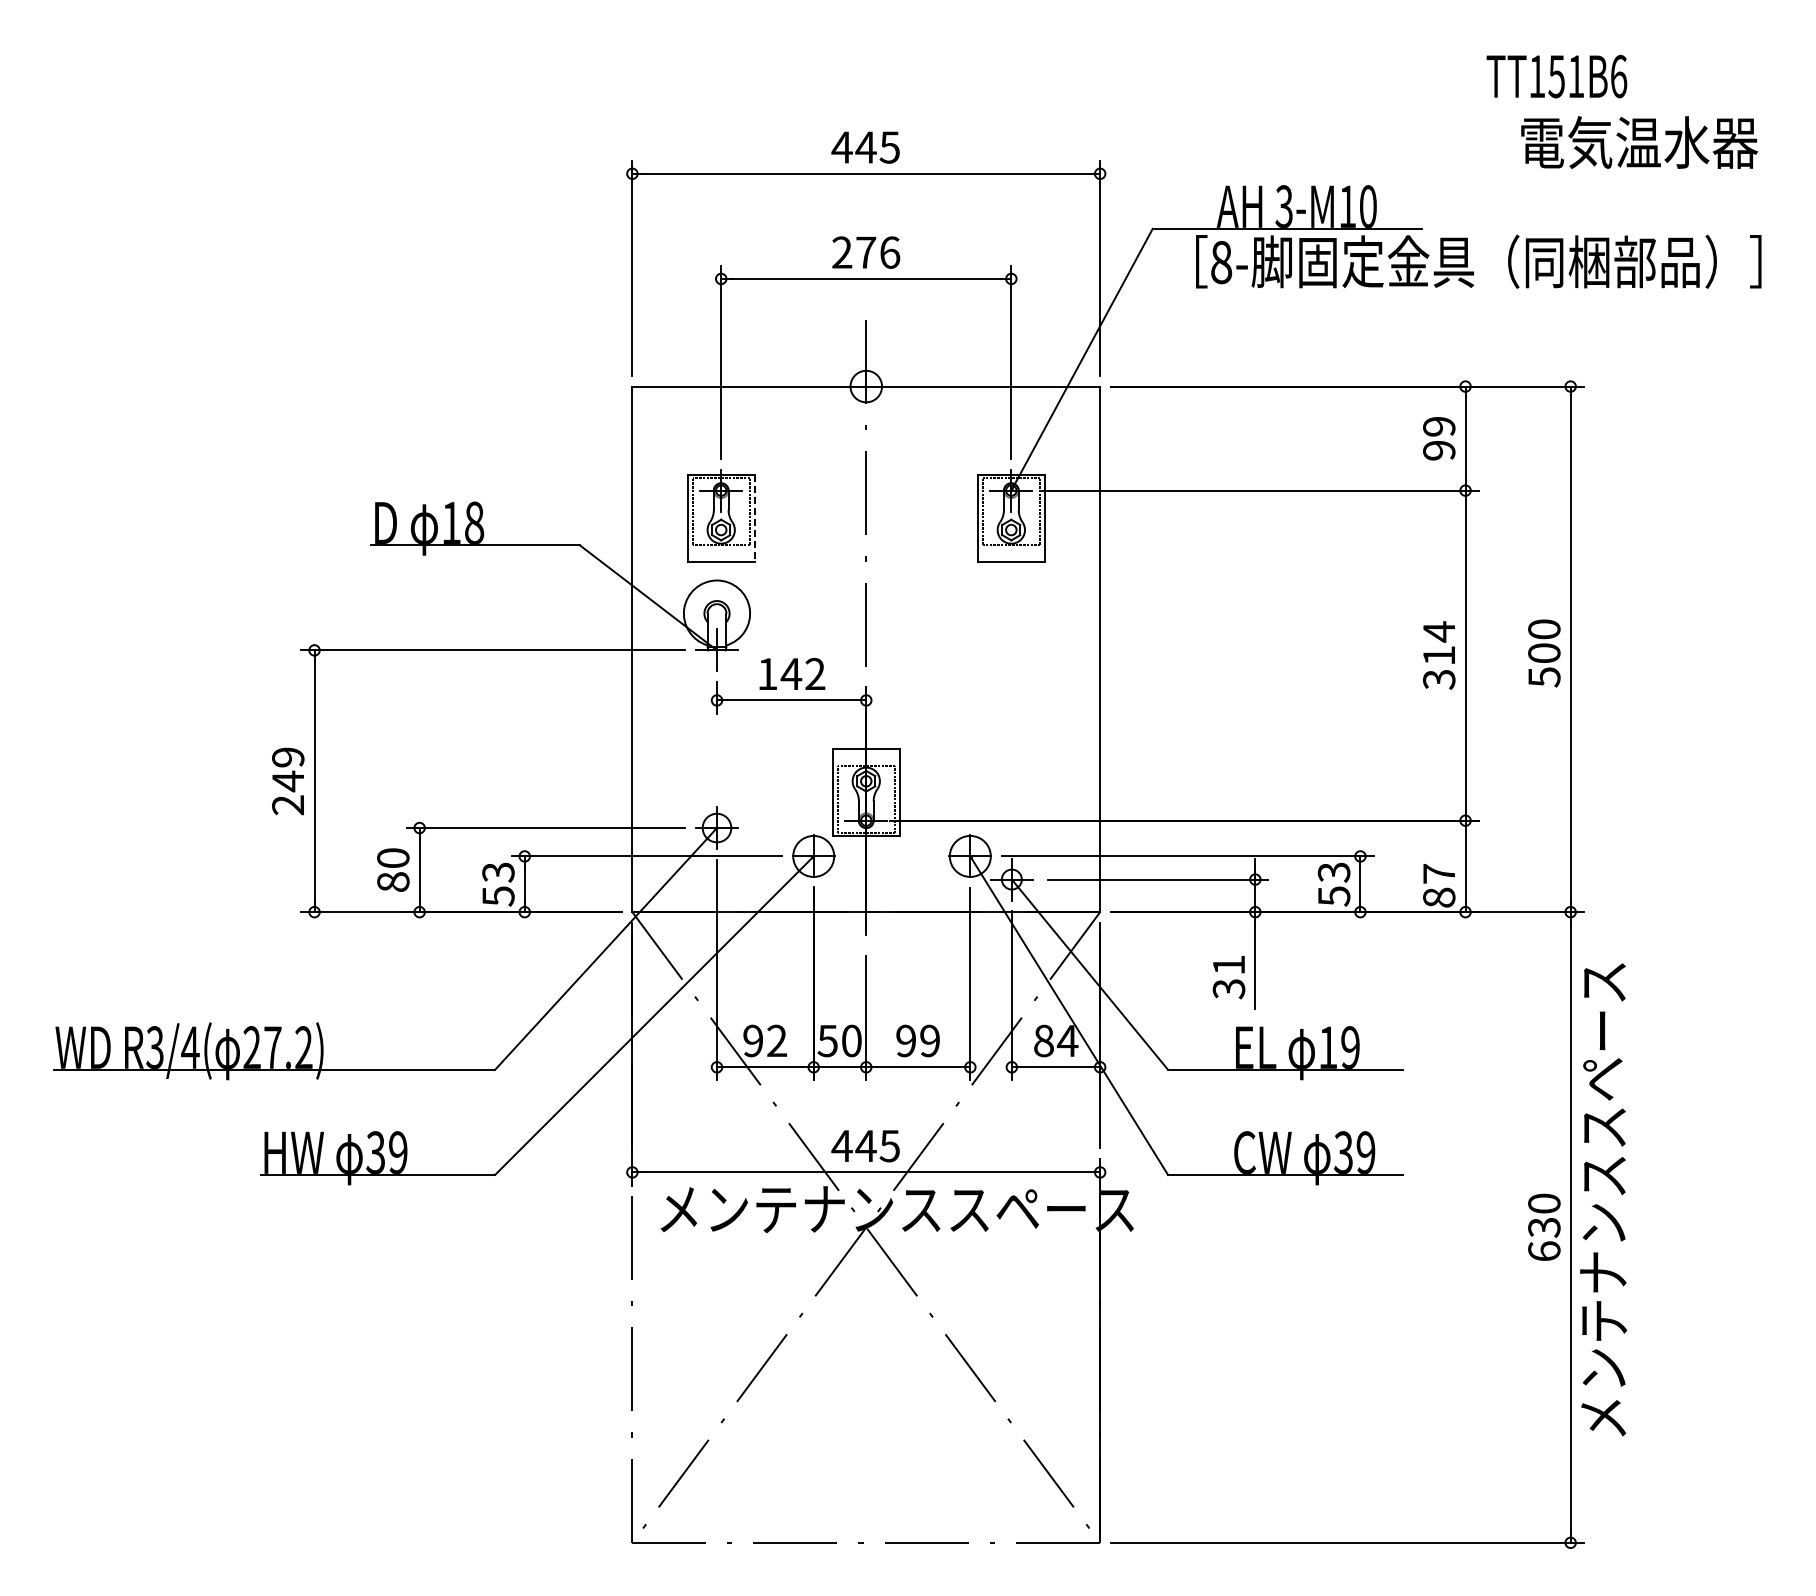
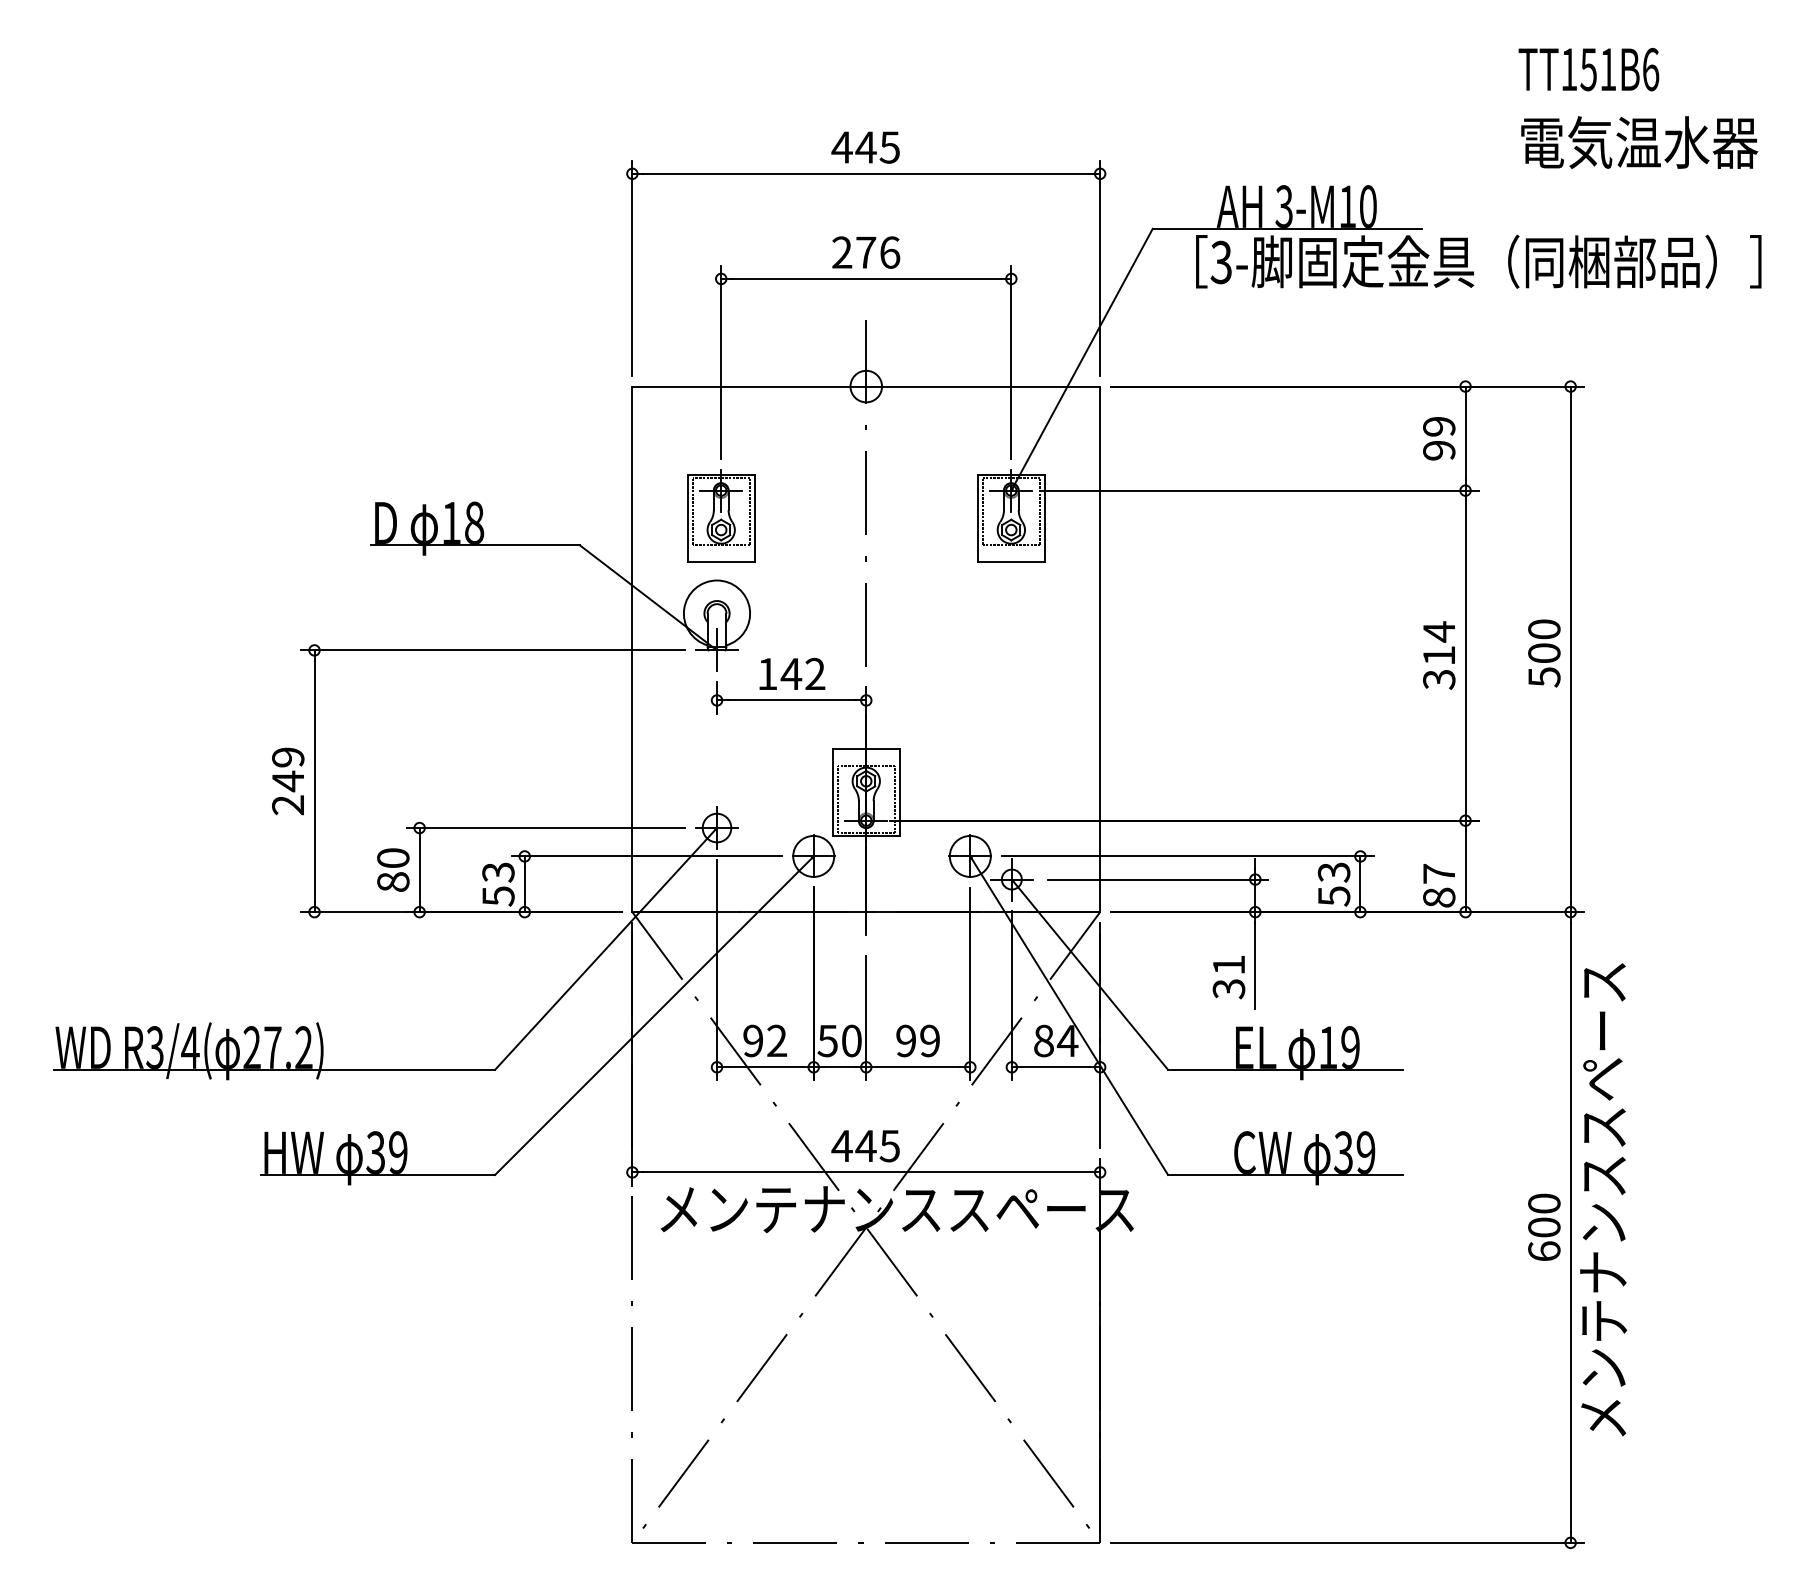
text at (1556, 76) position: (1556, 76) -> (1588, 69)
text at (1221, 262): 8- -> 3-
line at (754, 518): dashed -> solid
text at (1544, 1227): 630 -> 600
